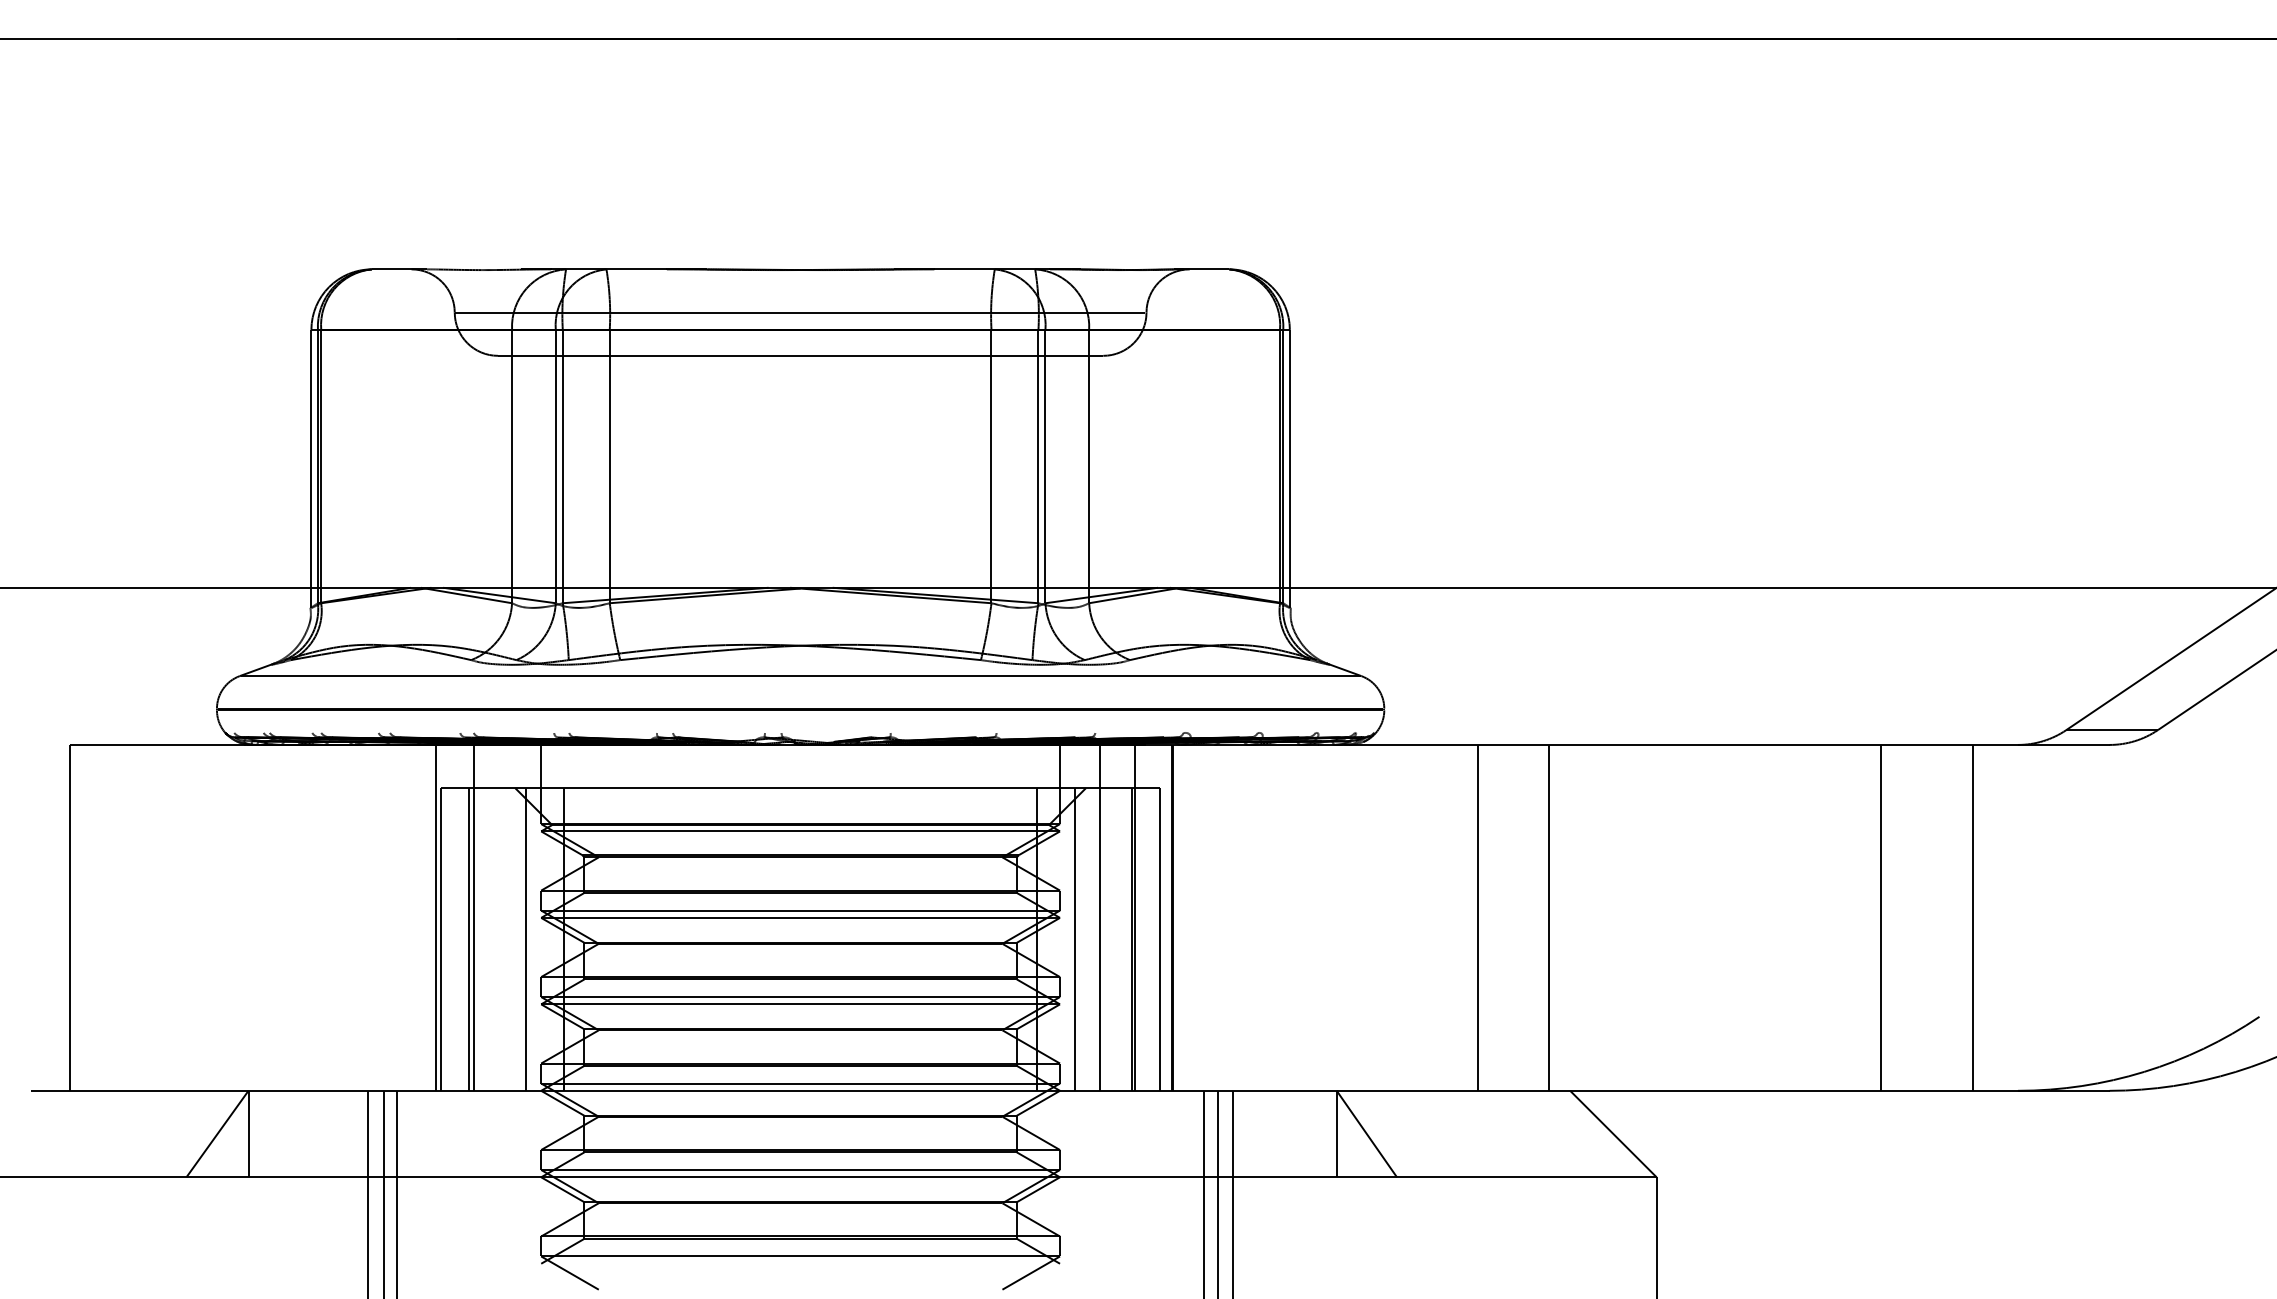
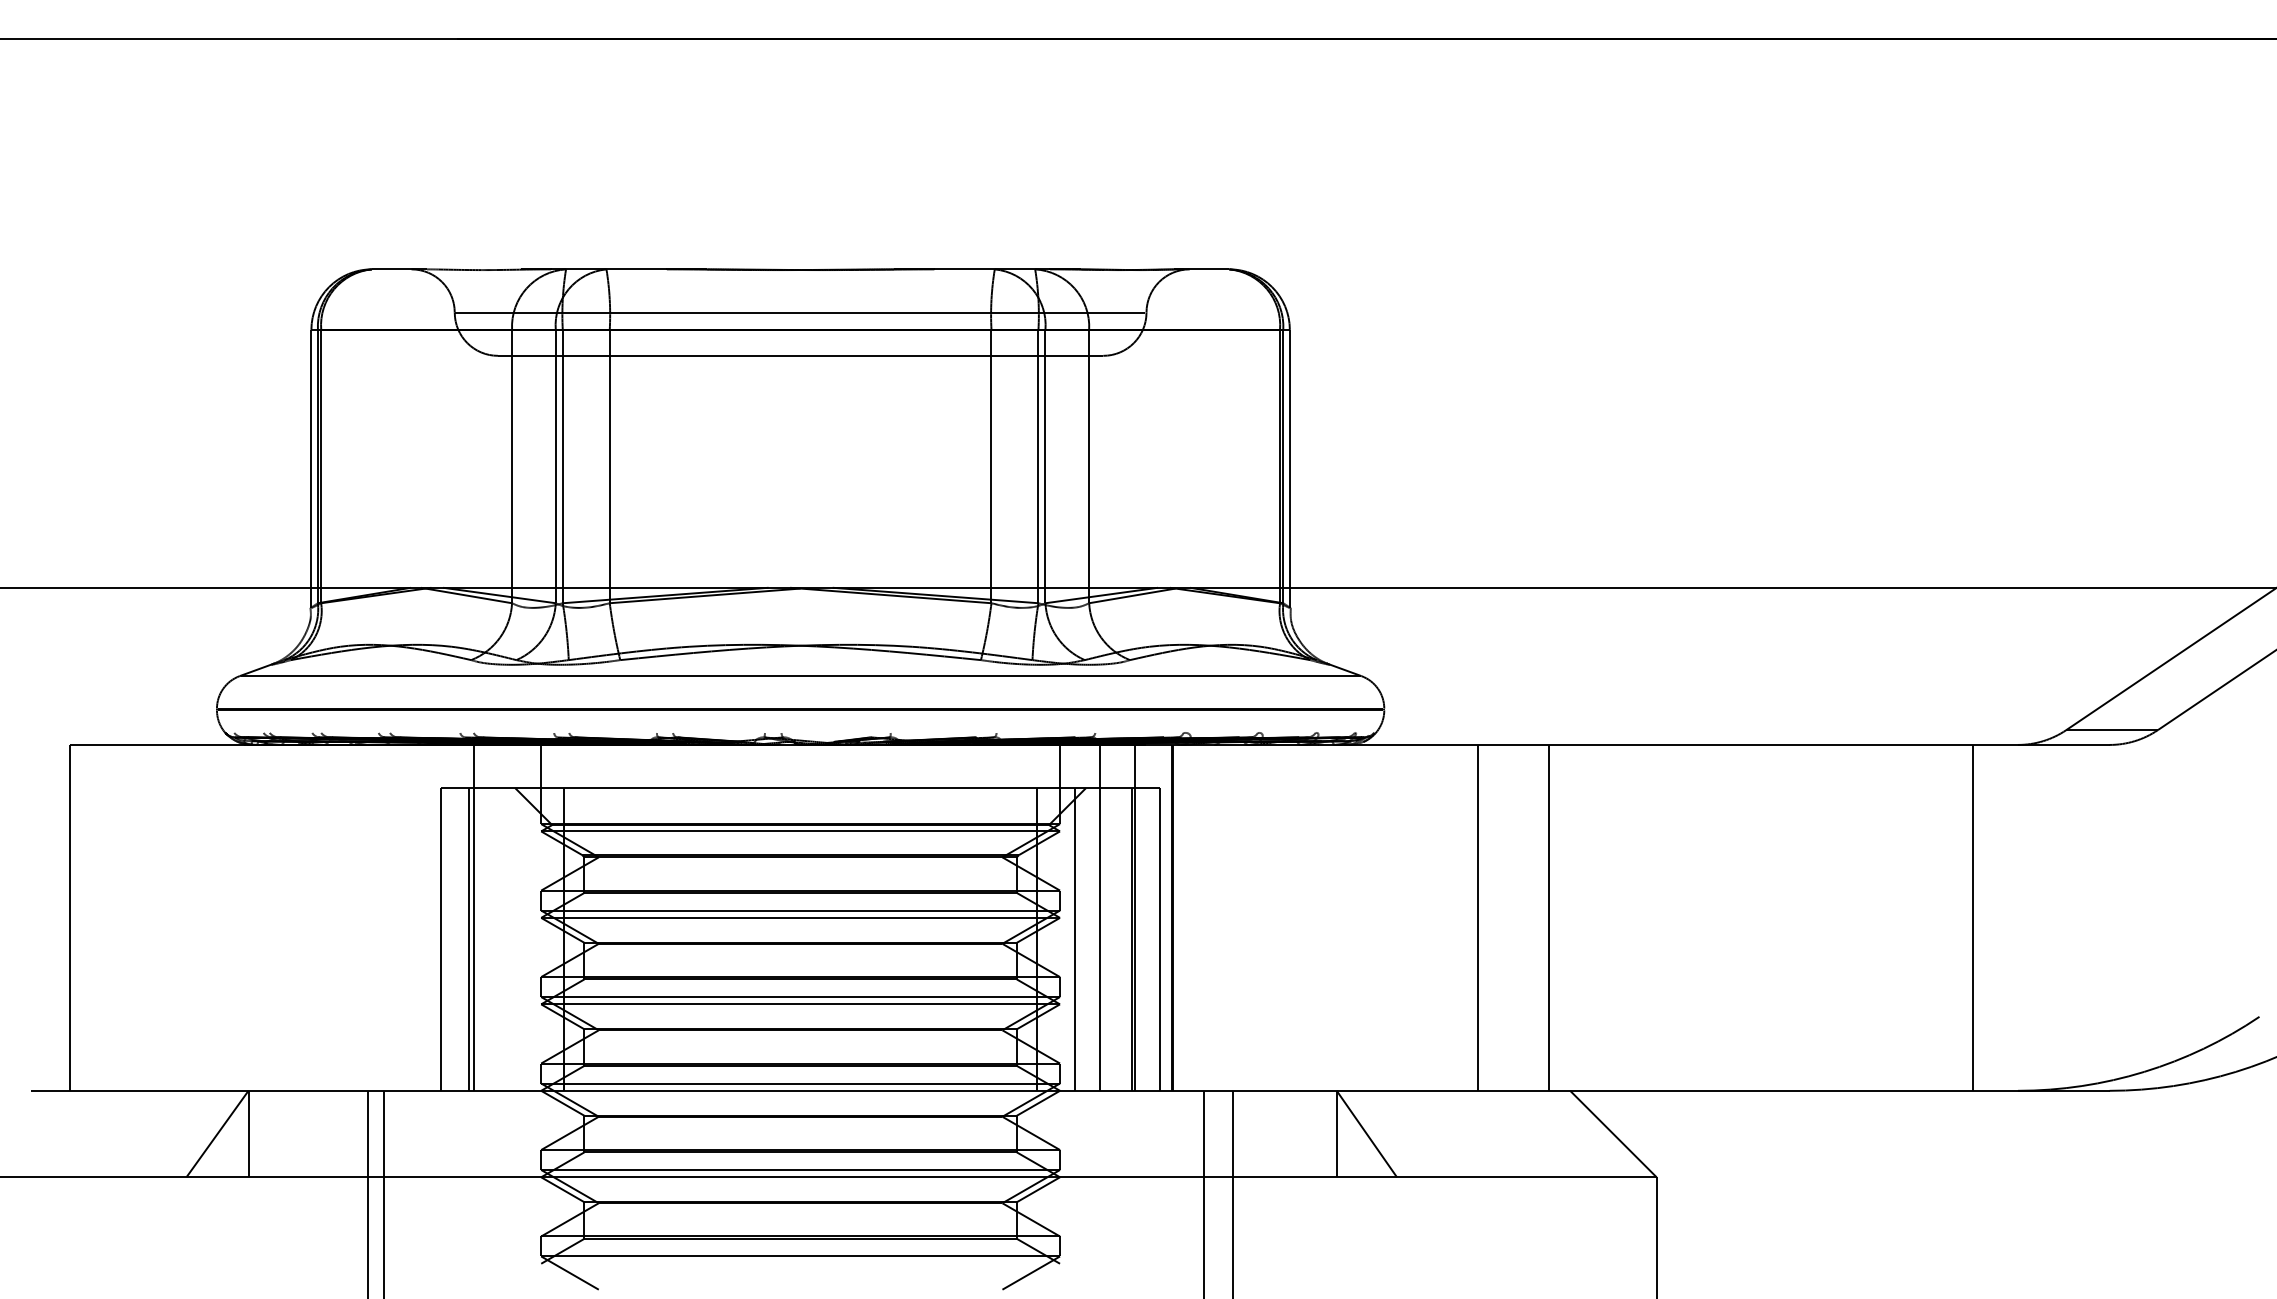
line at (436, 917): present -> none
line at (1881, 917): present -> none
line at (526, 939): present -> none
line at (397, 1192): present -> none
line at (1217, 1192): present -> none
